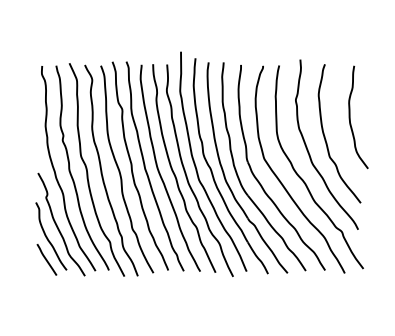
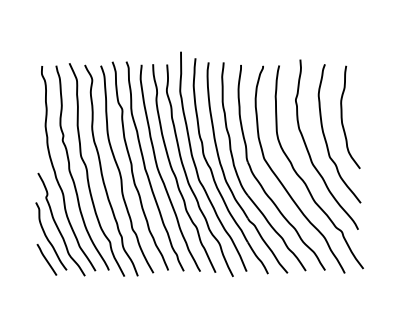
curve at (350, 117) position: (350, 117) -> (342, 117)
